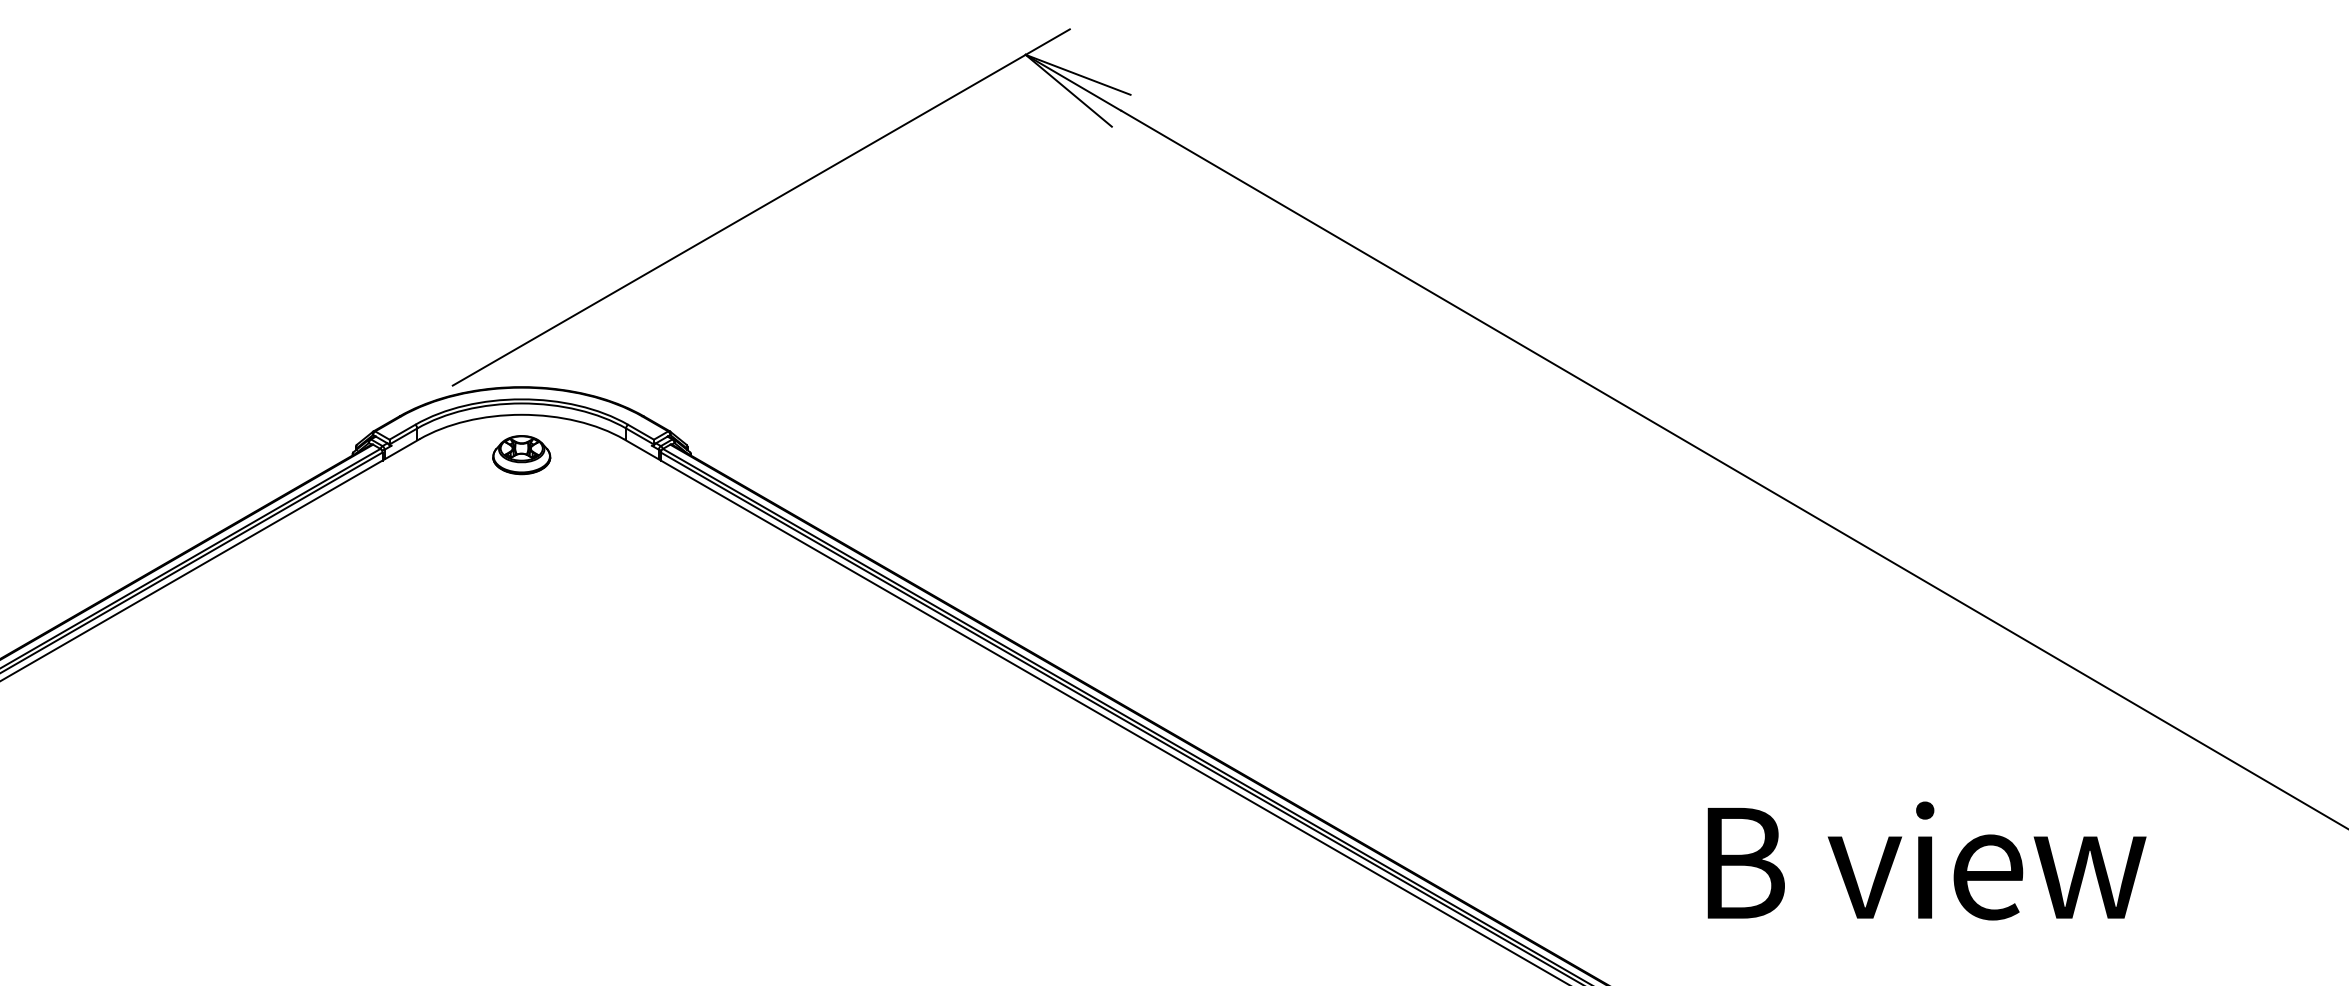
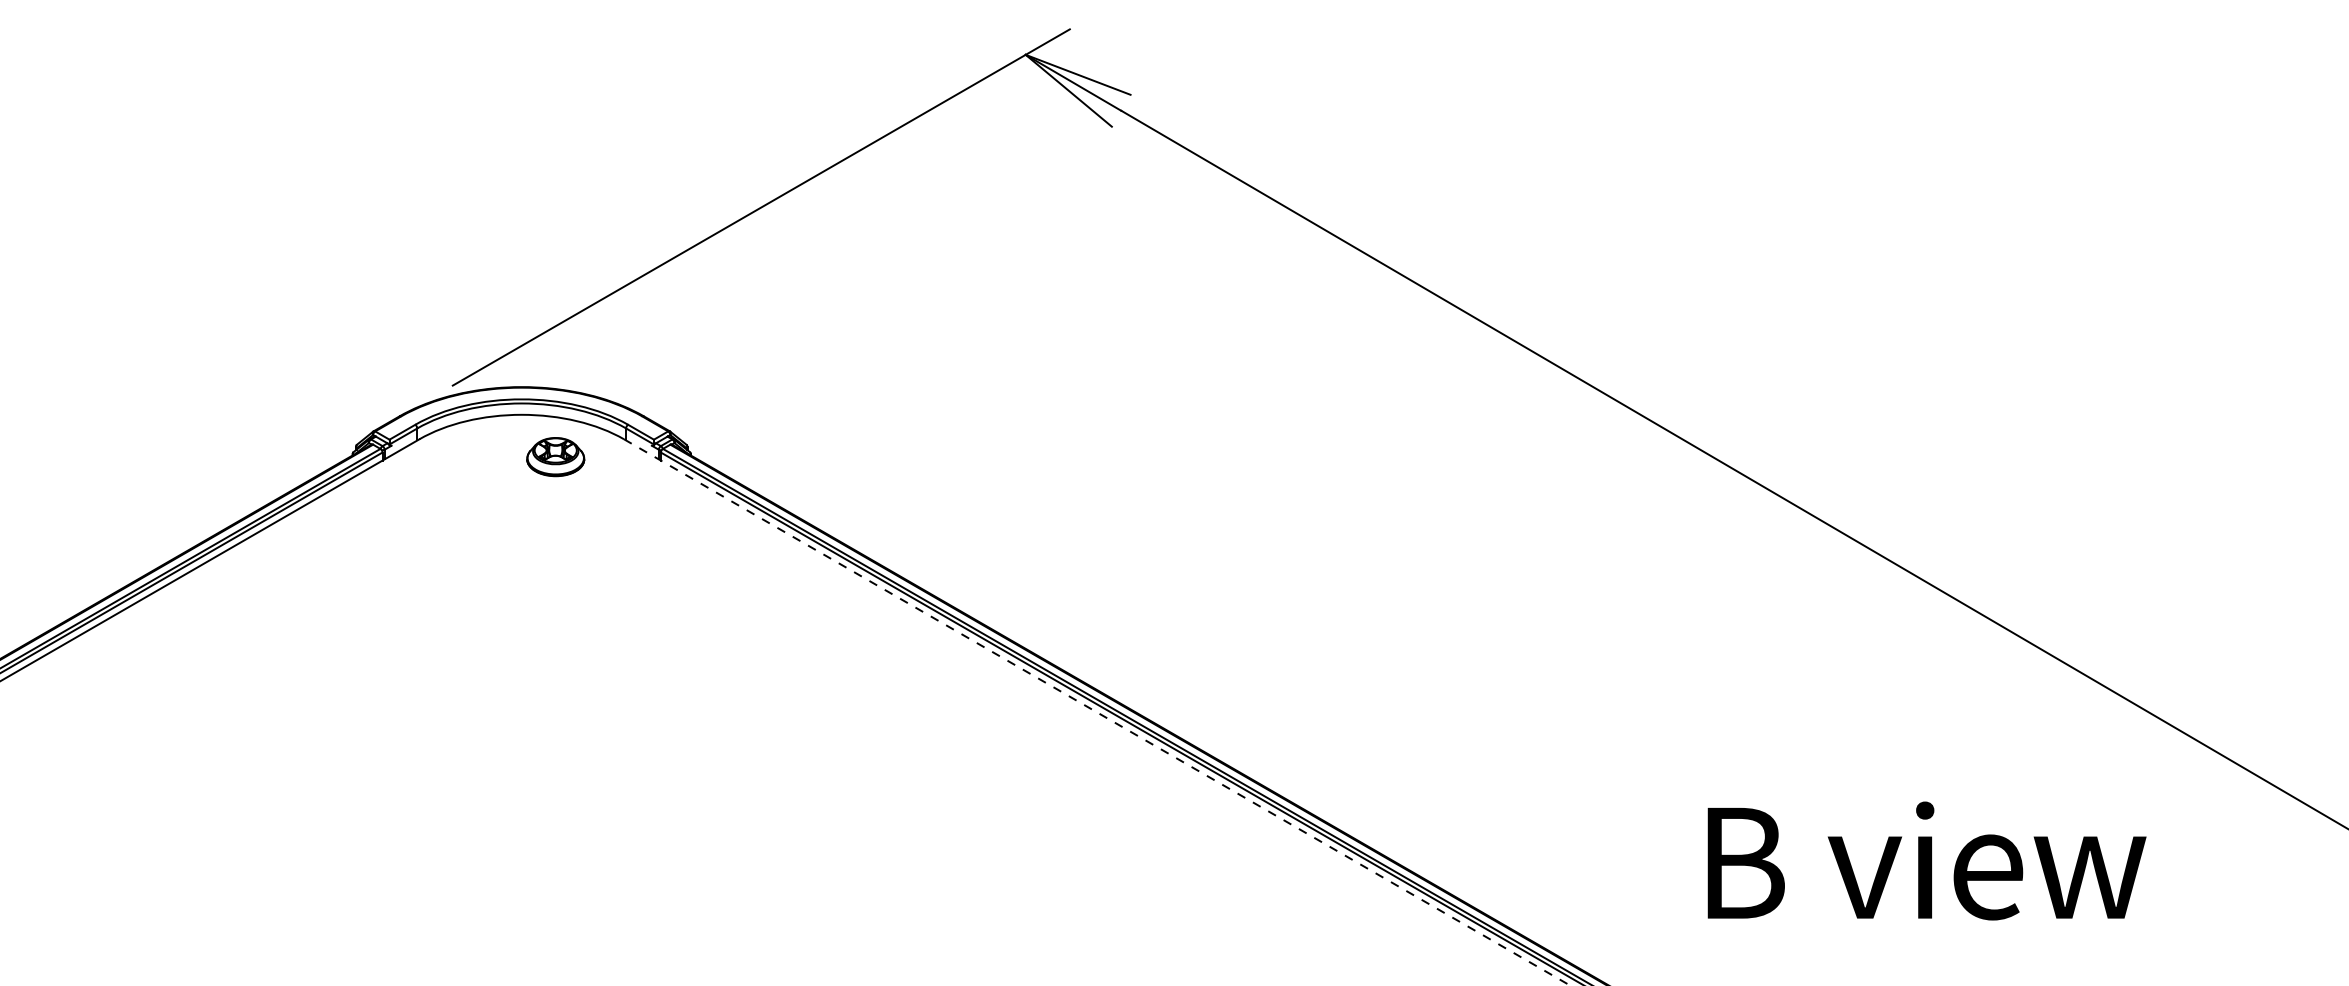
part at (521, 455) position: (521, 455) -> (555, 457)
line at (1097, 712): solid -> dashed
